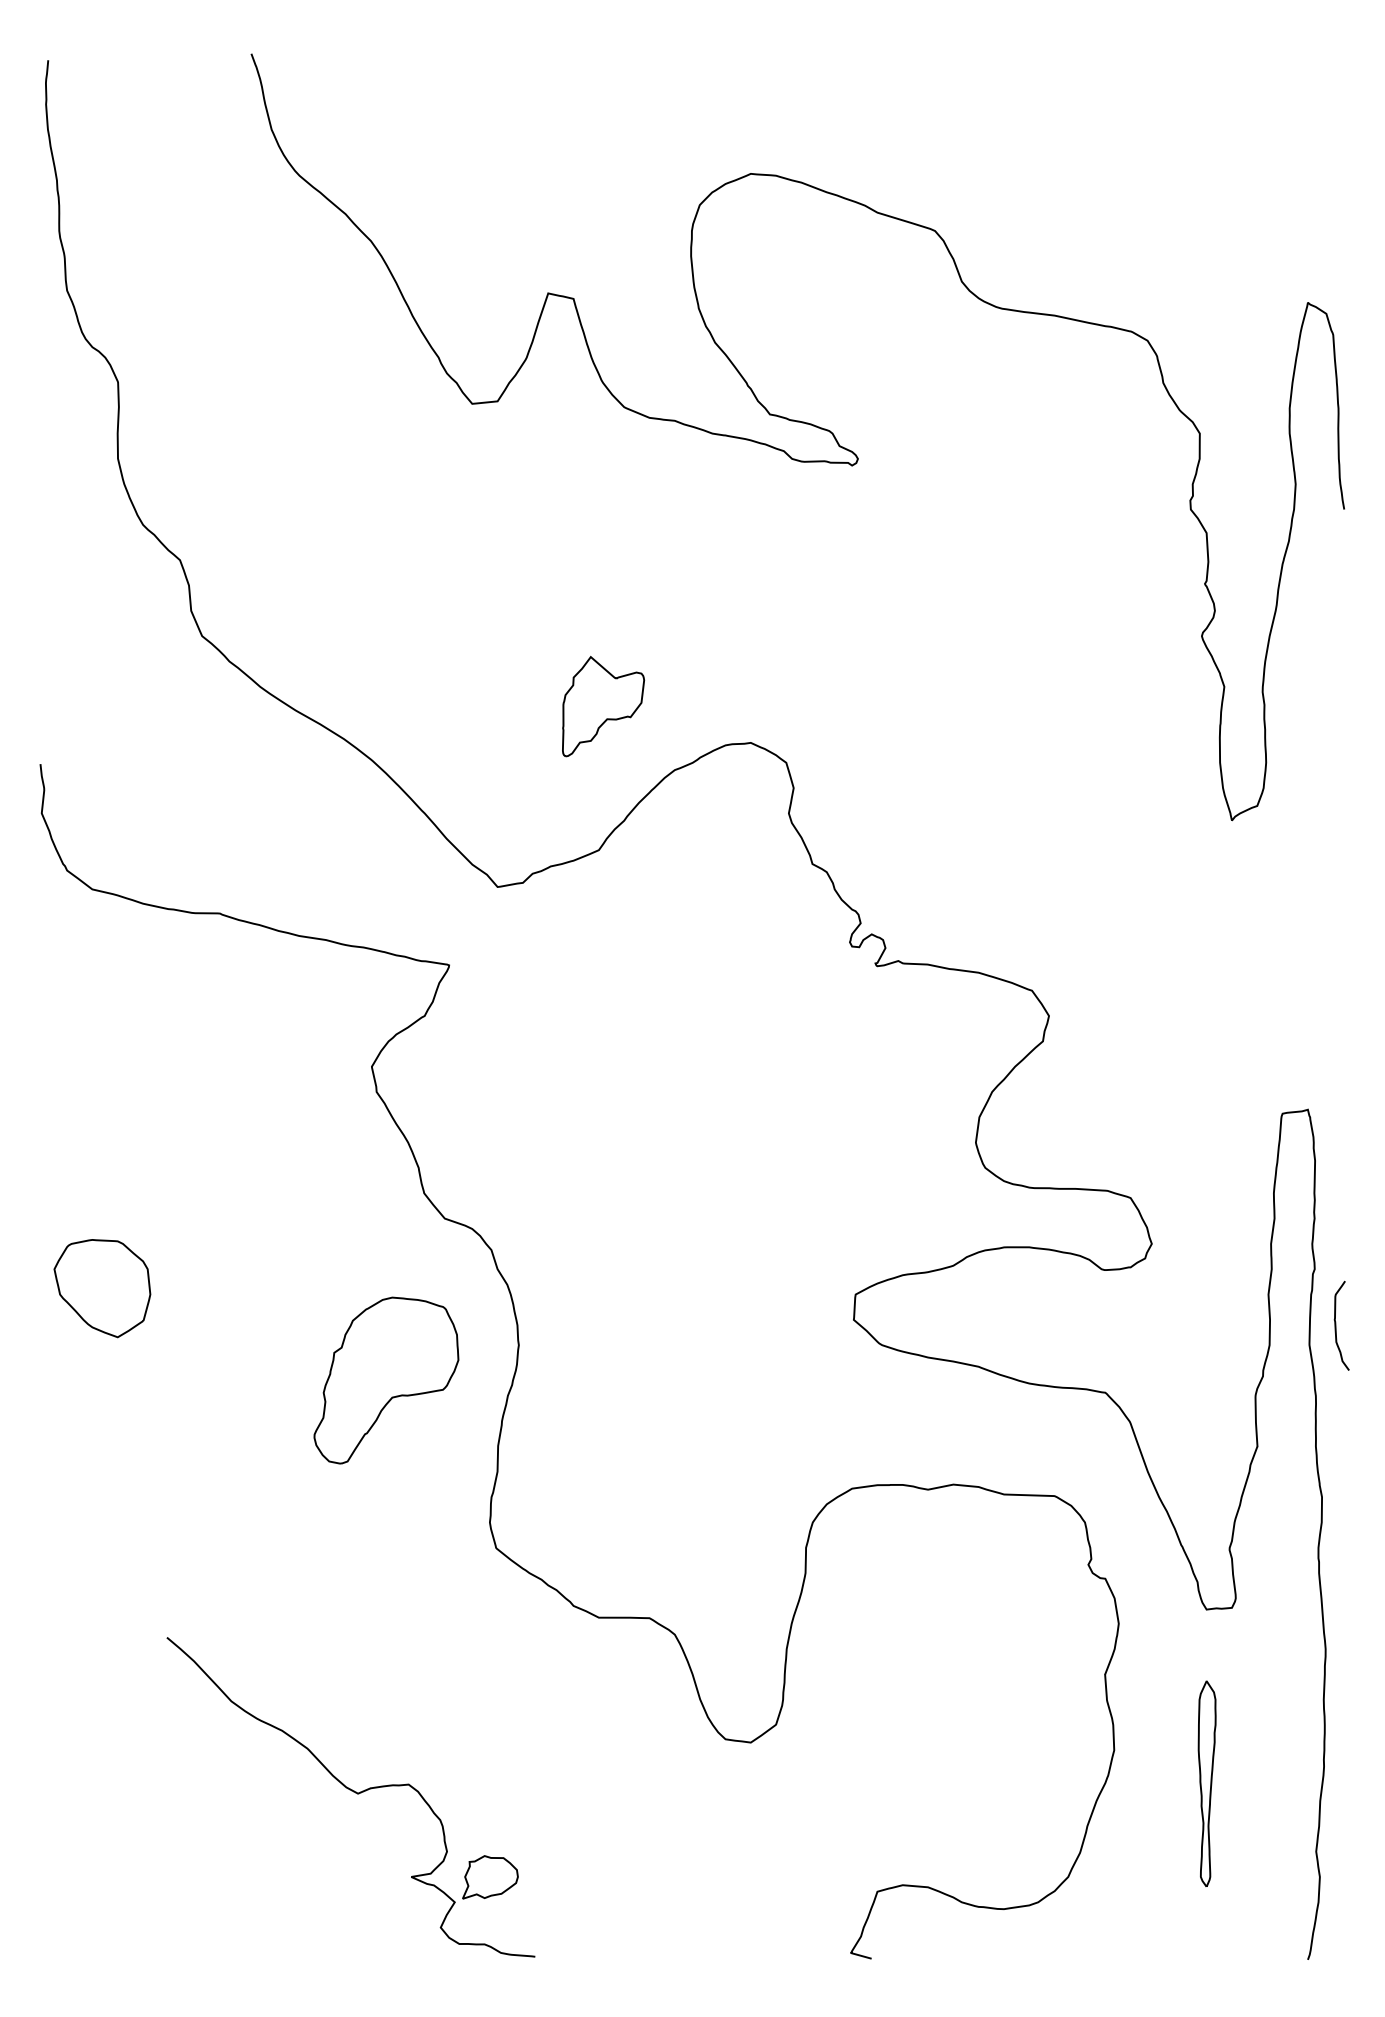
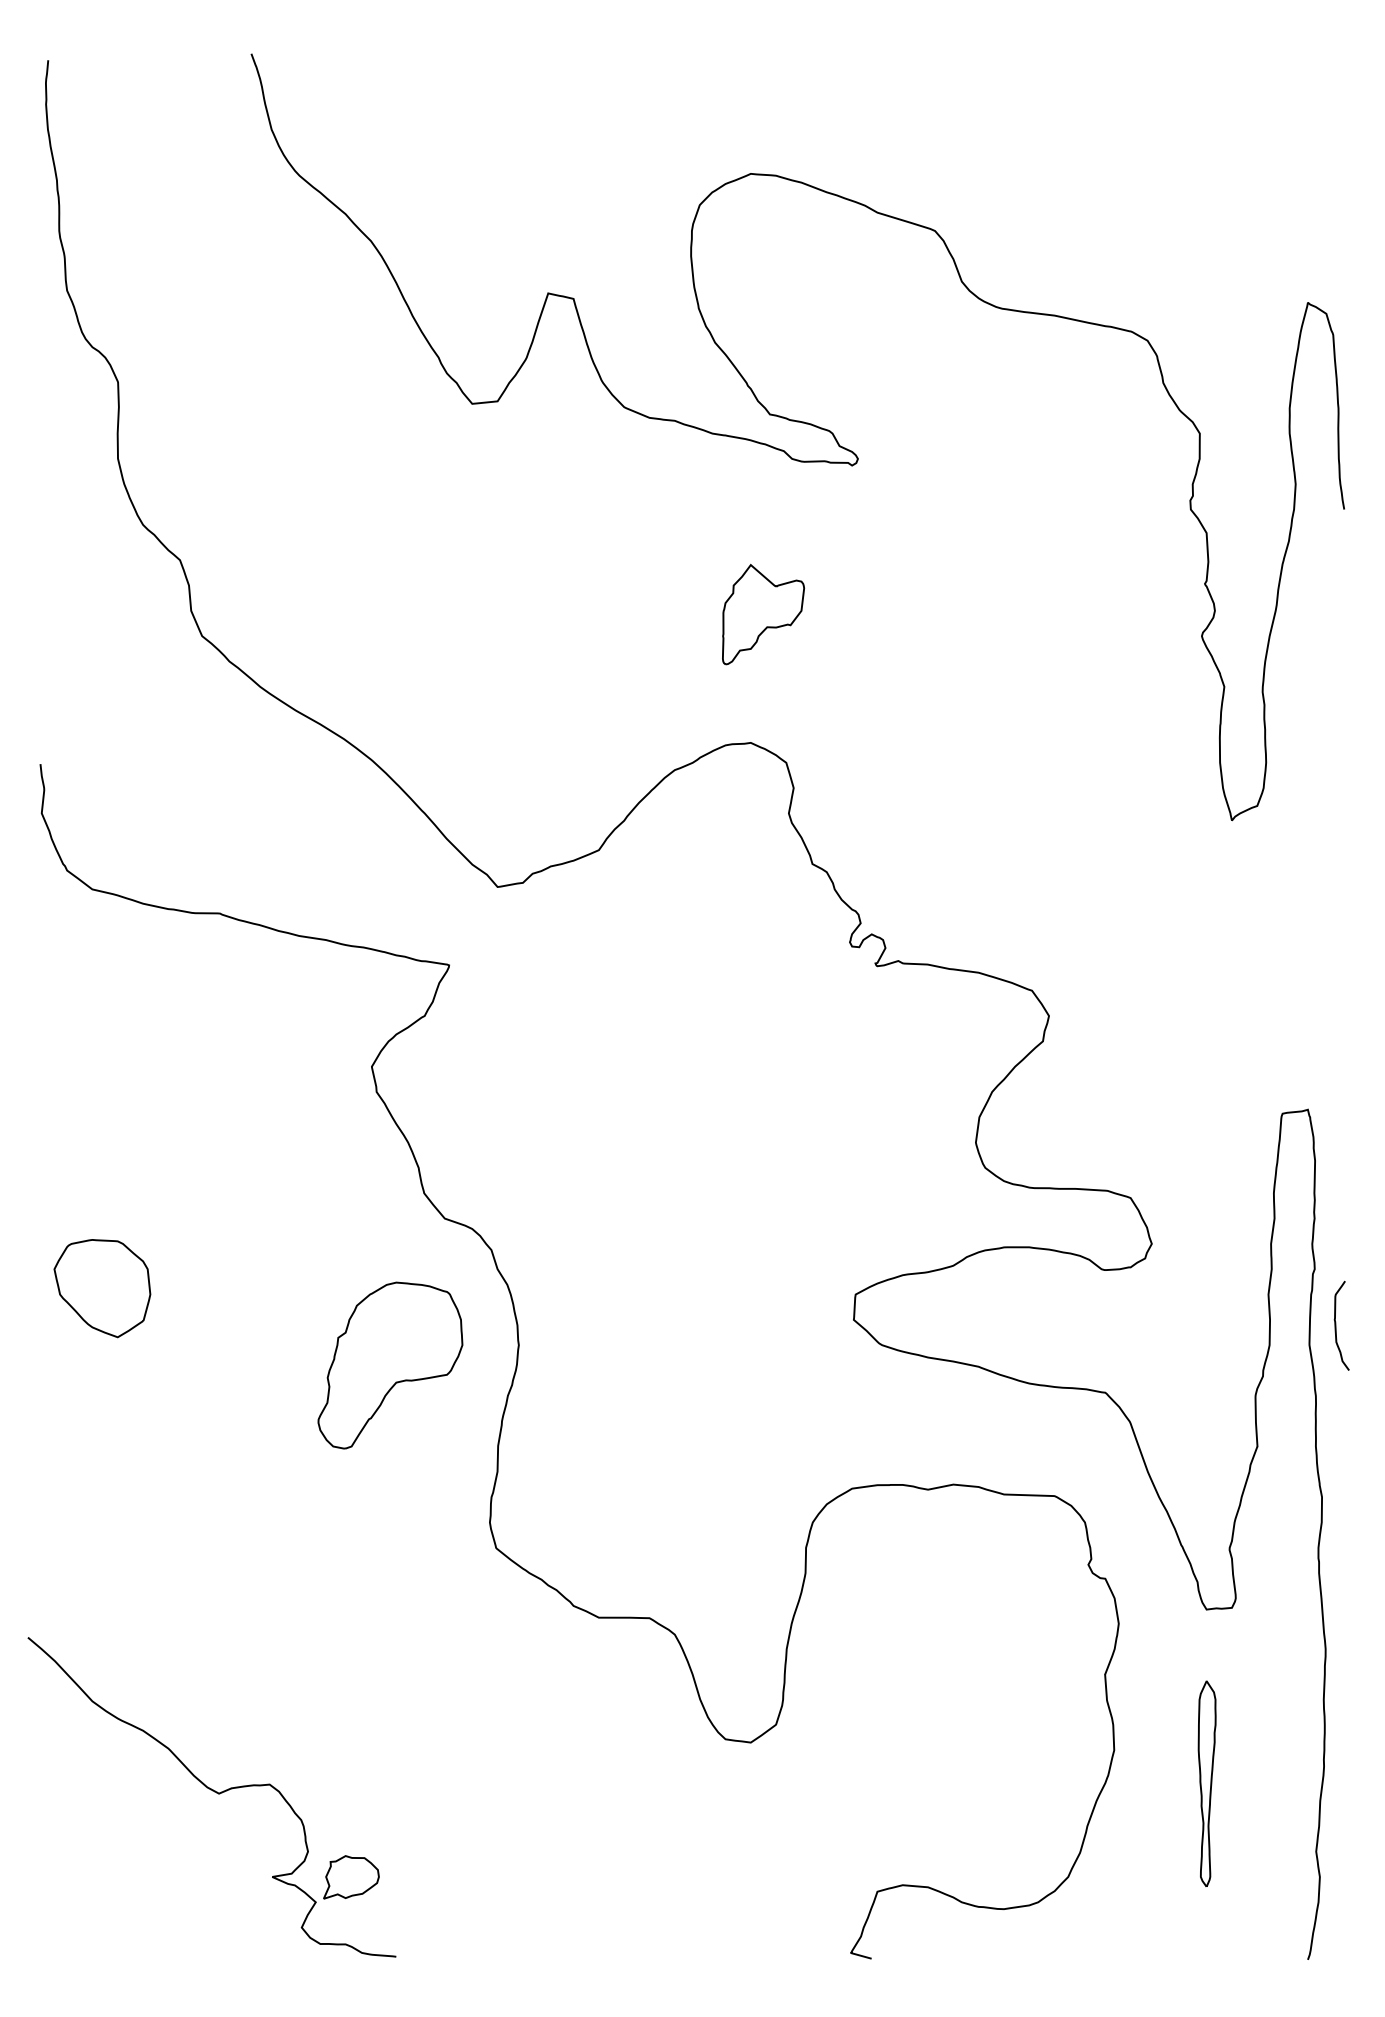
part at (603, 706) position: (603, 706) -> (763, 614)
part at (386, 1380) position: (386, 1380) -> (390, 1365)
part at (350, 1797) position: (350, 1797) -> (211, 1797)
